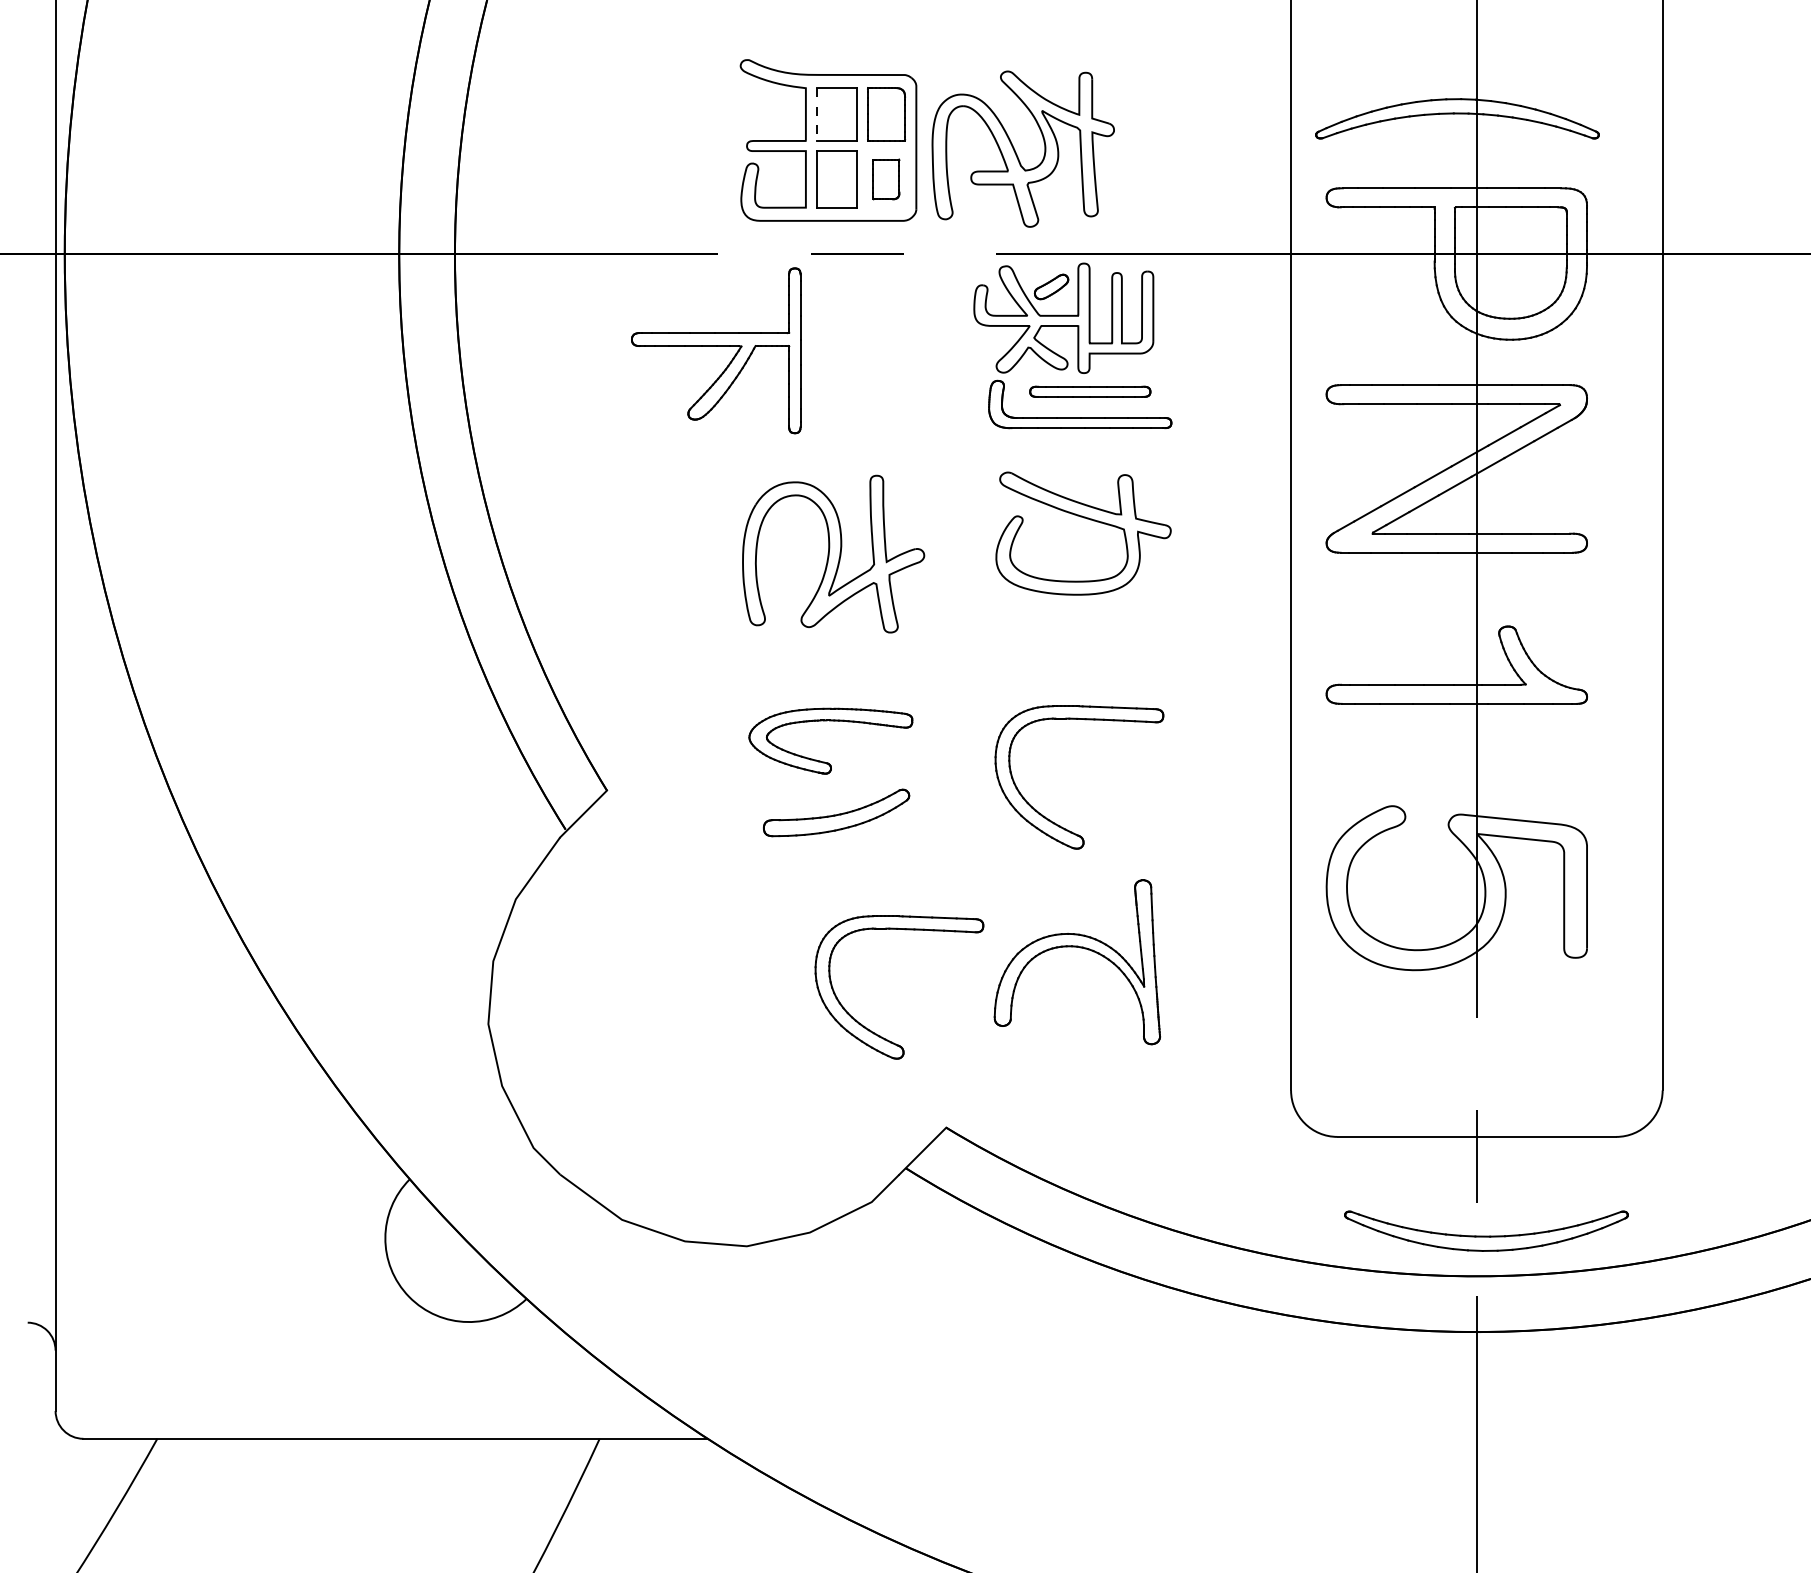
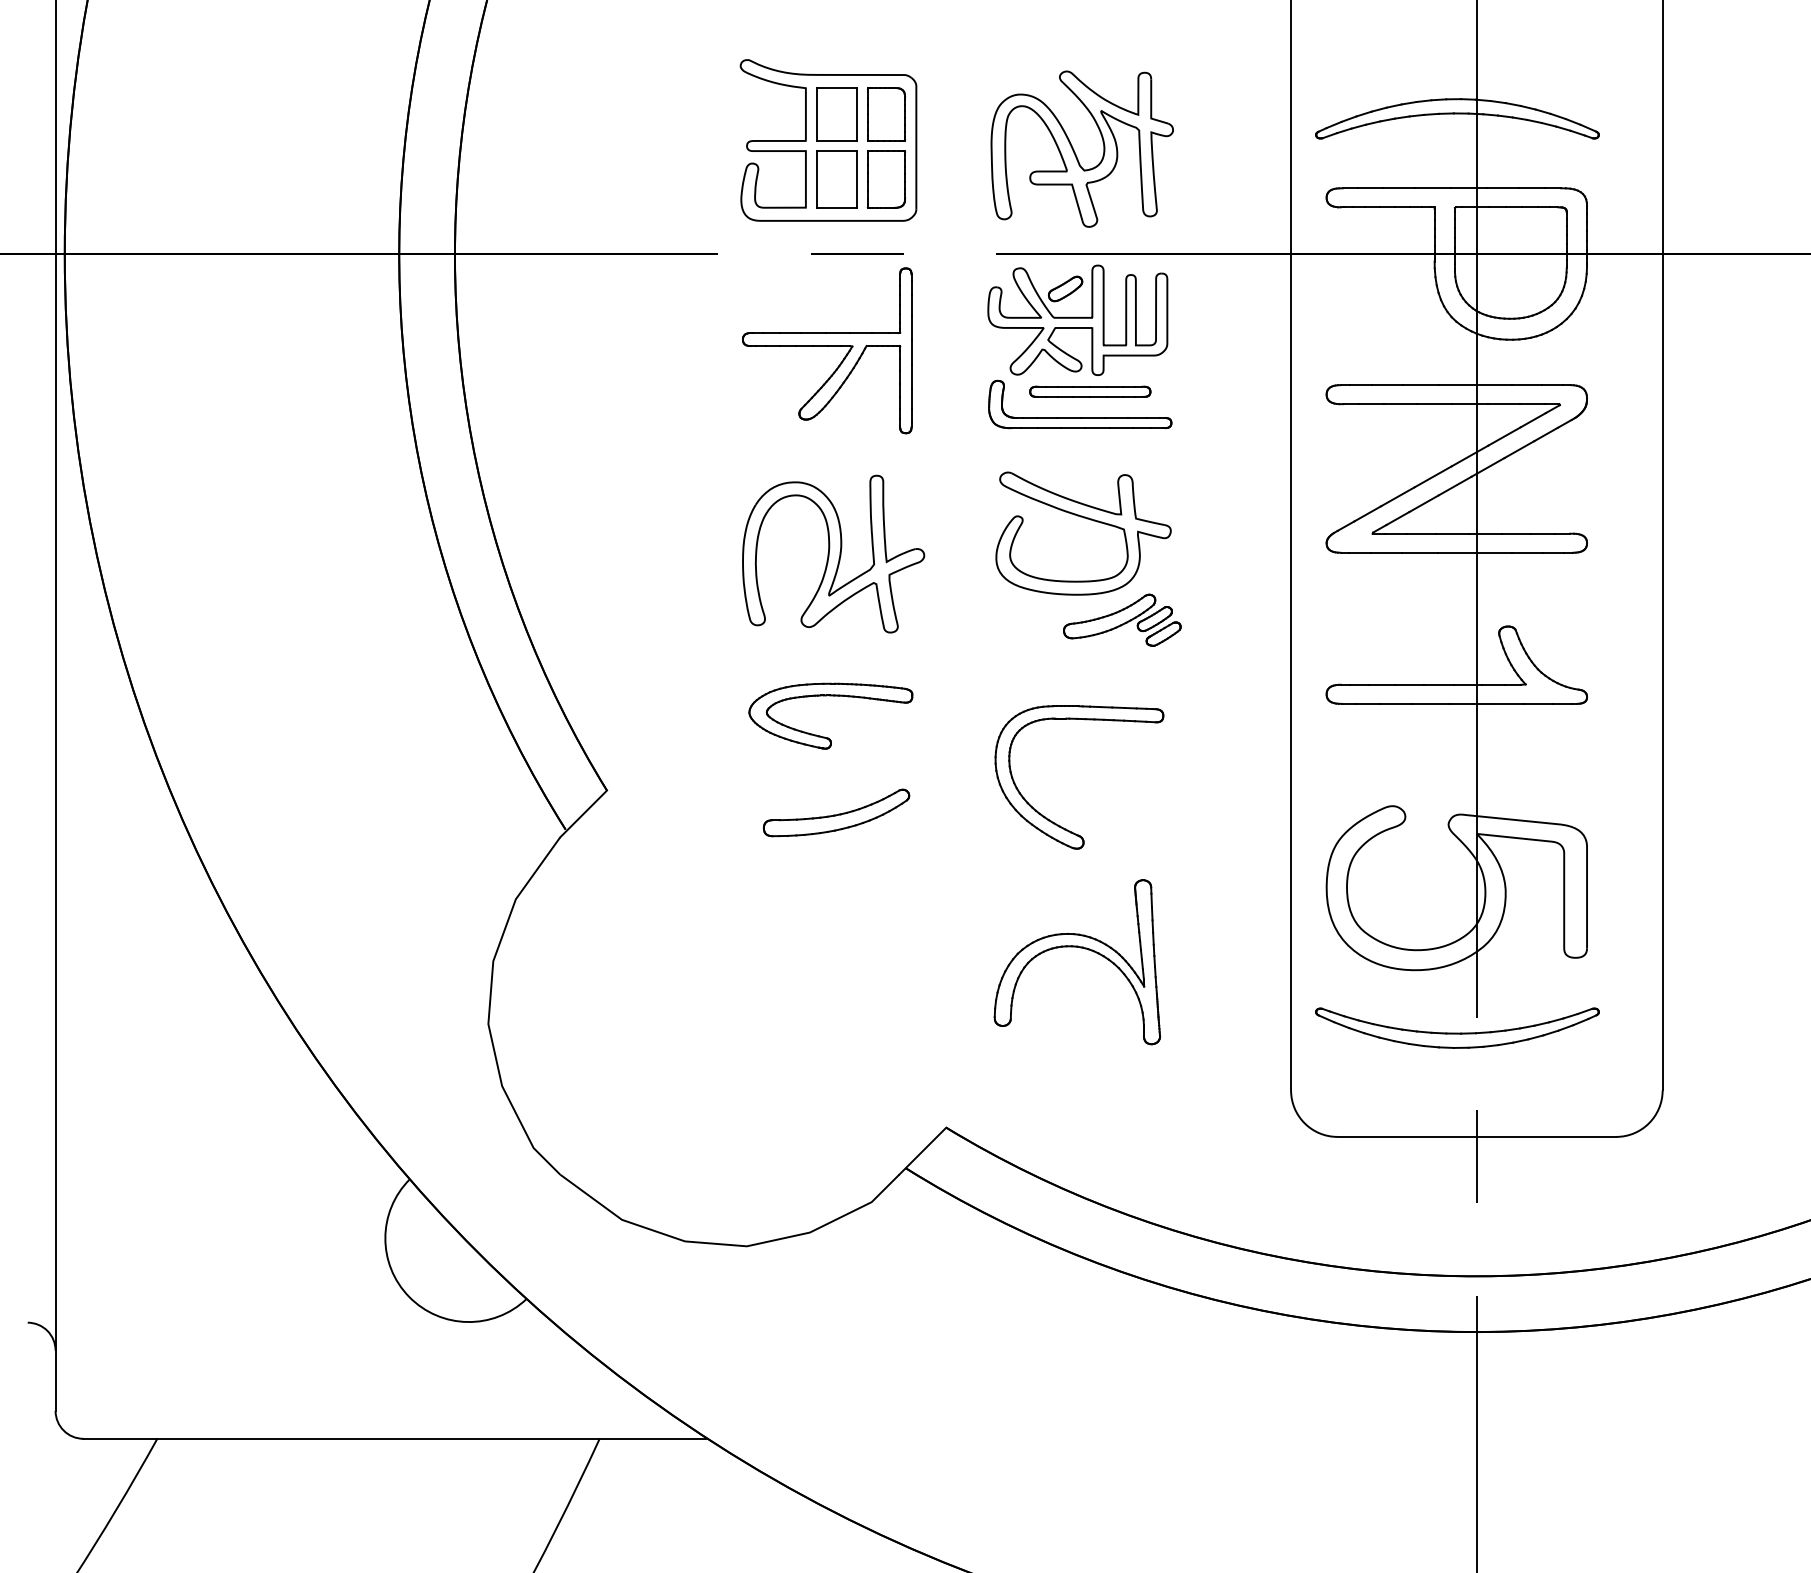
line at (817, 115): dashed -> solid
part at (1015, 149) position: (1015, 149) -> (1074, 149)
part at (886, 179) size: 29x43 px -> 40x59 px
part at (1063, 317) position: (1063, 317) -> (1077, 319)
part at (716, 350) position: (716, 350) -> (827, 350)
part at (1122, 619): none -> present
part at (830, 721) position: (830, 721) -> (830, 696)
part at (873, 1031): present -> none
part at (1486, 1230) position: (1486, 1230) -> (1457, 1027)
